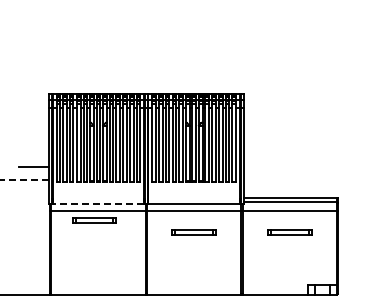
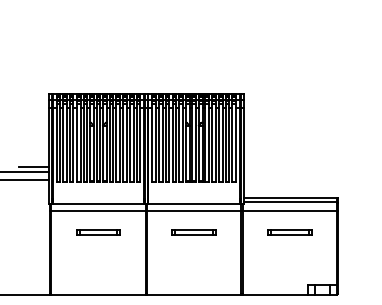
line at (25, 171): none -> present
line at (24, 179): dashed -> solid
line at (98, 204): dashed -> solid
part at (94, 220) position: (94, 220) -> (98, 232)
